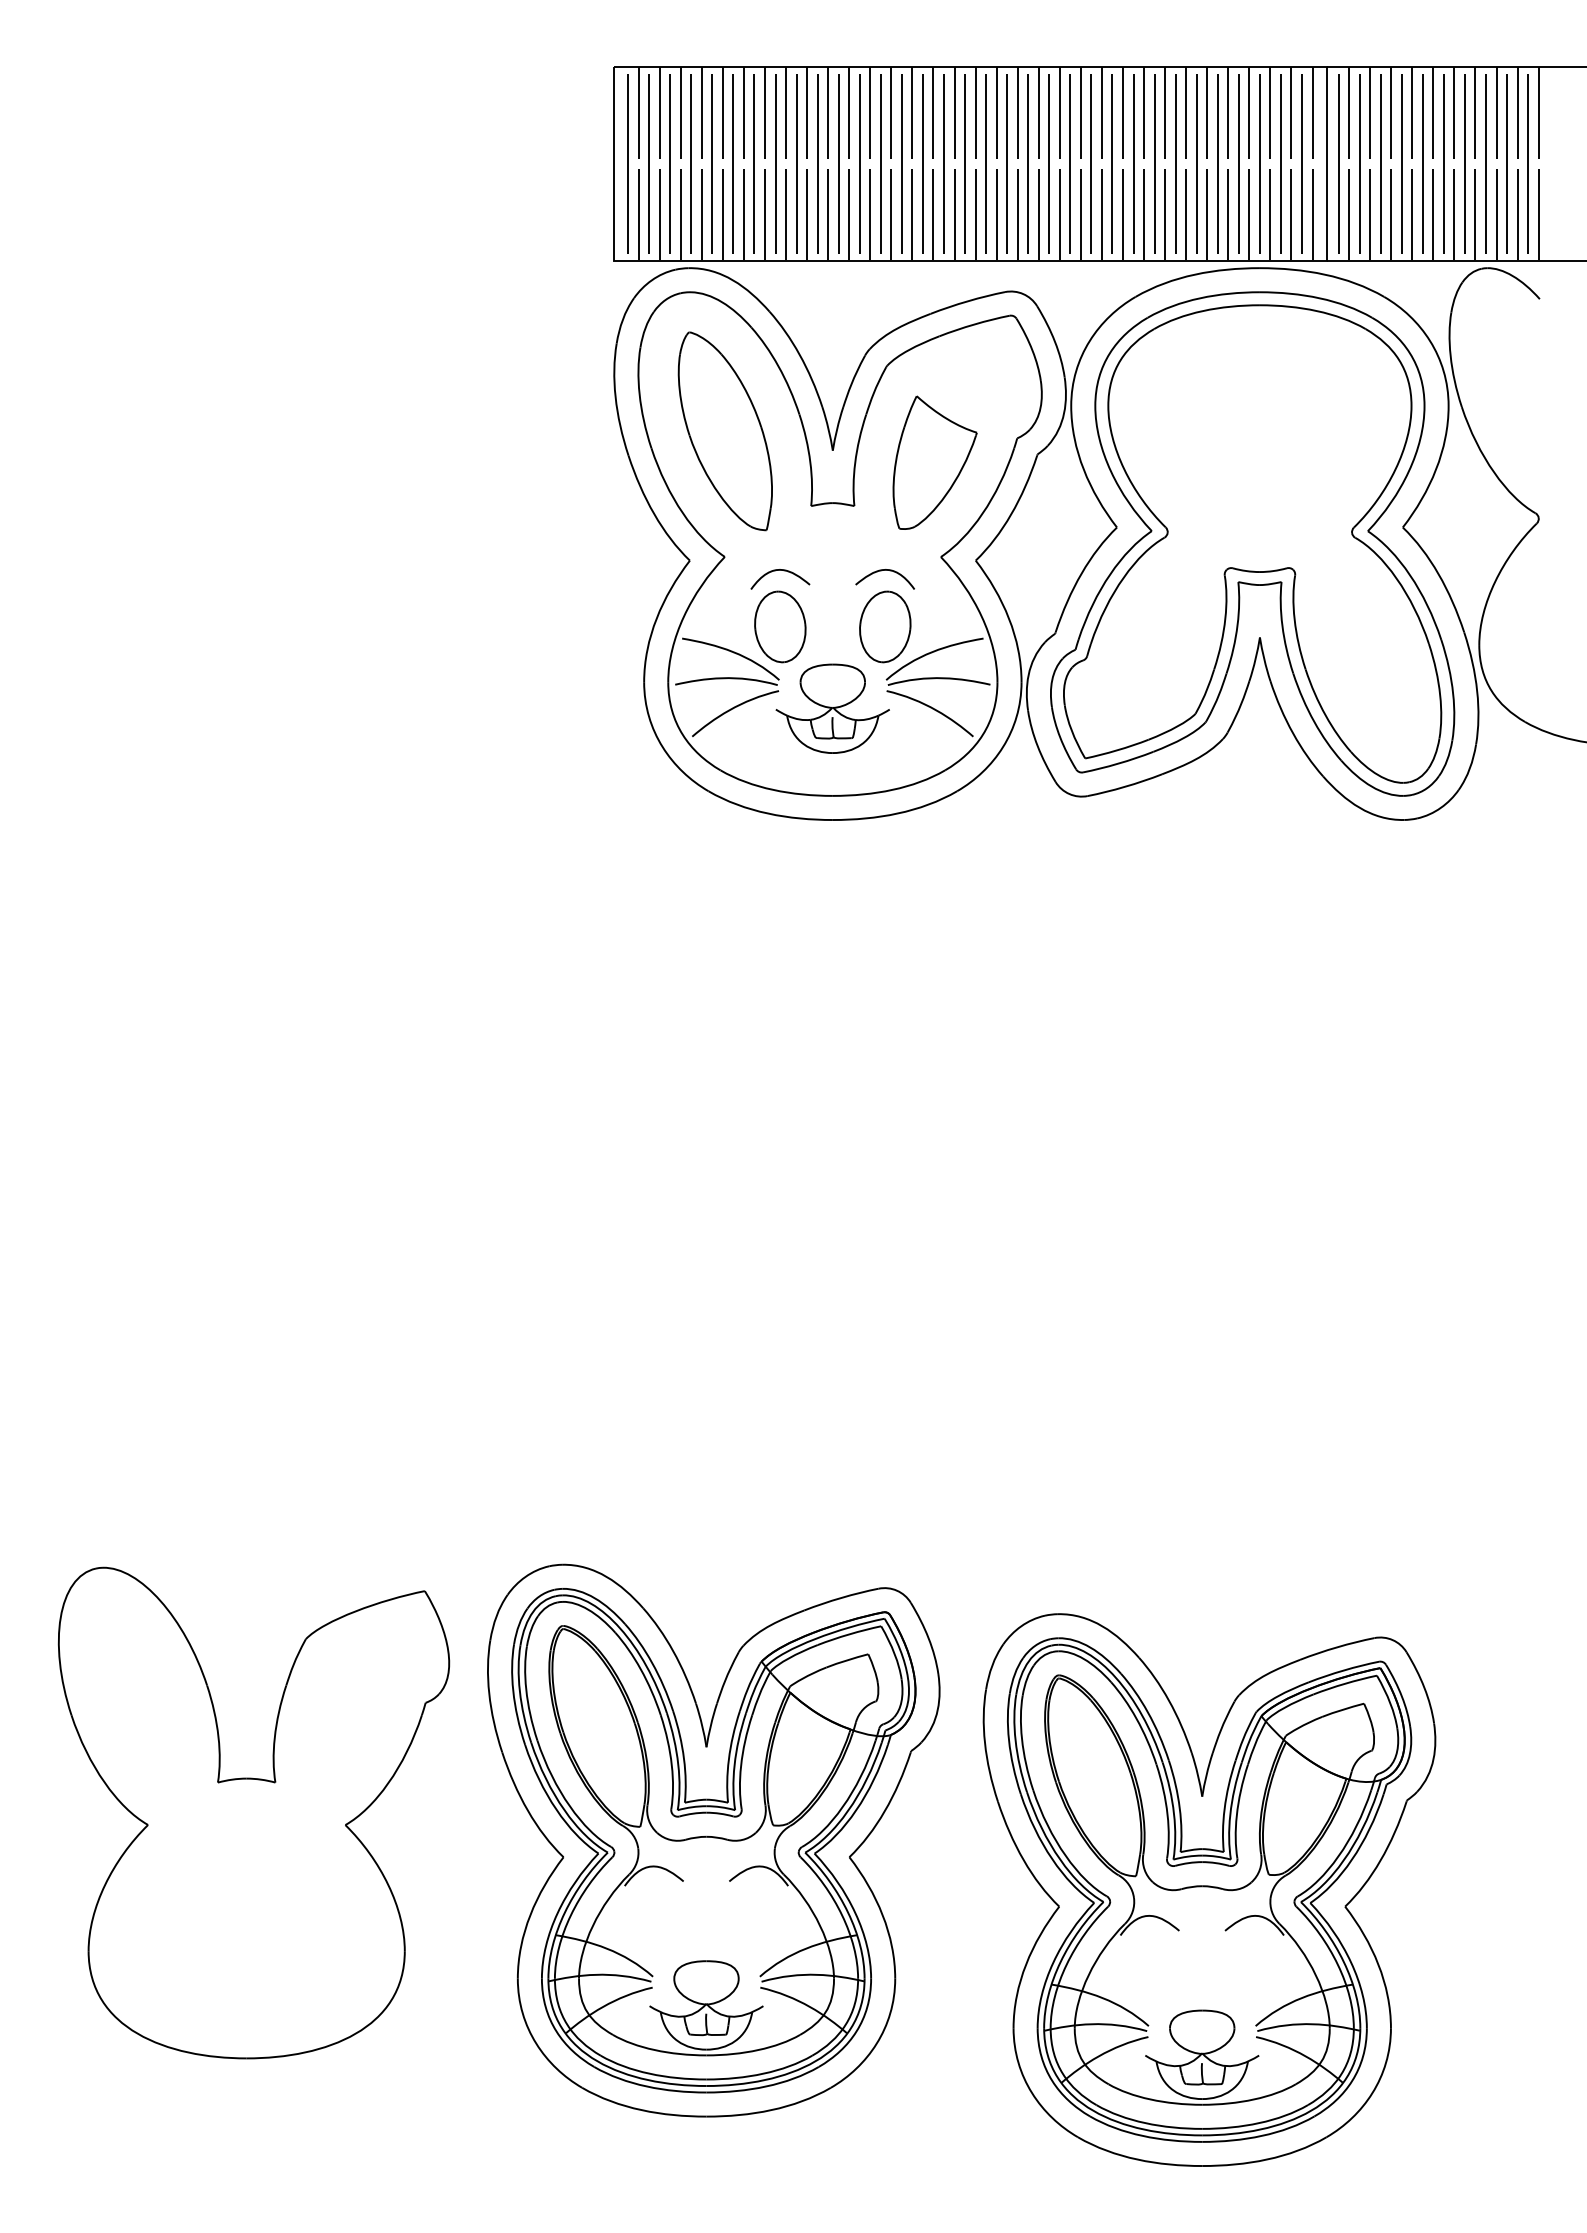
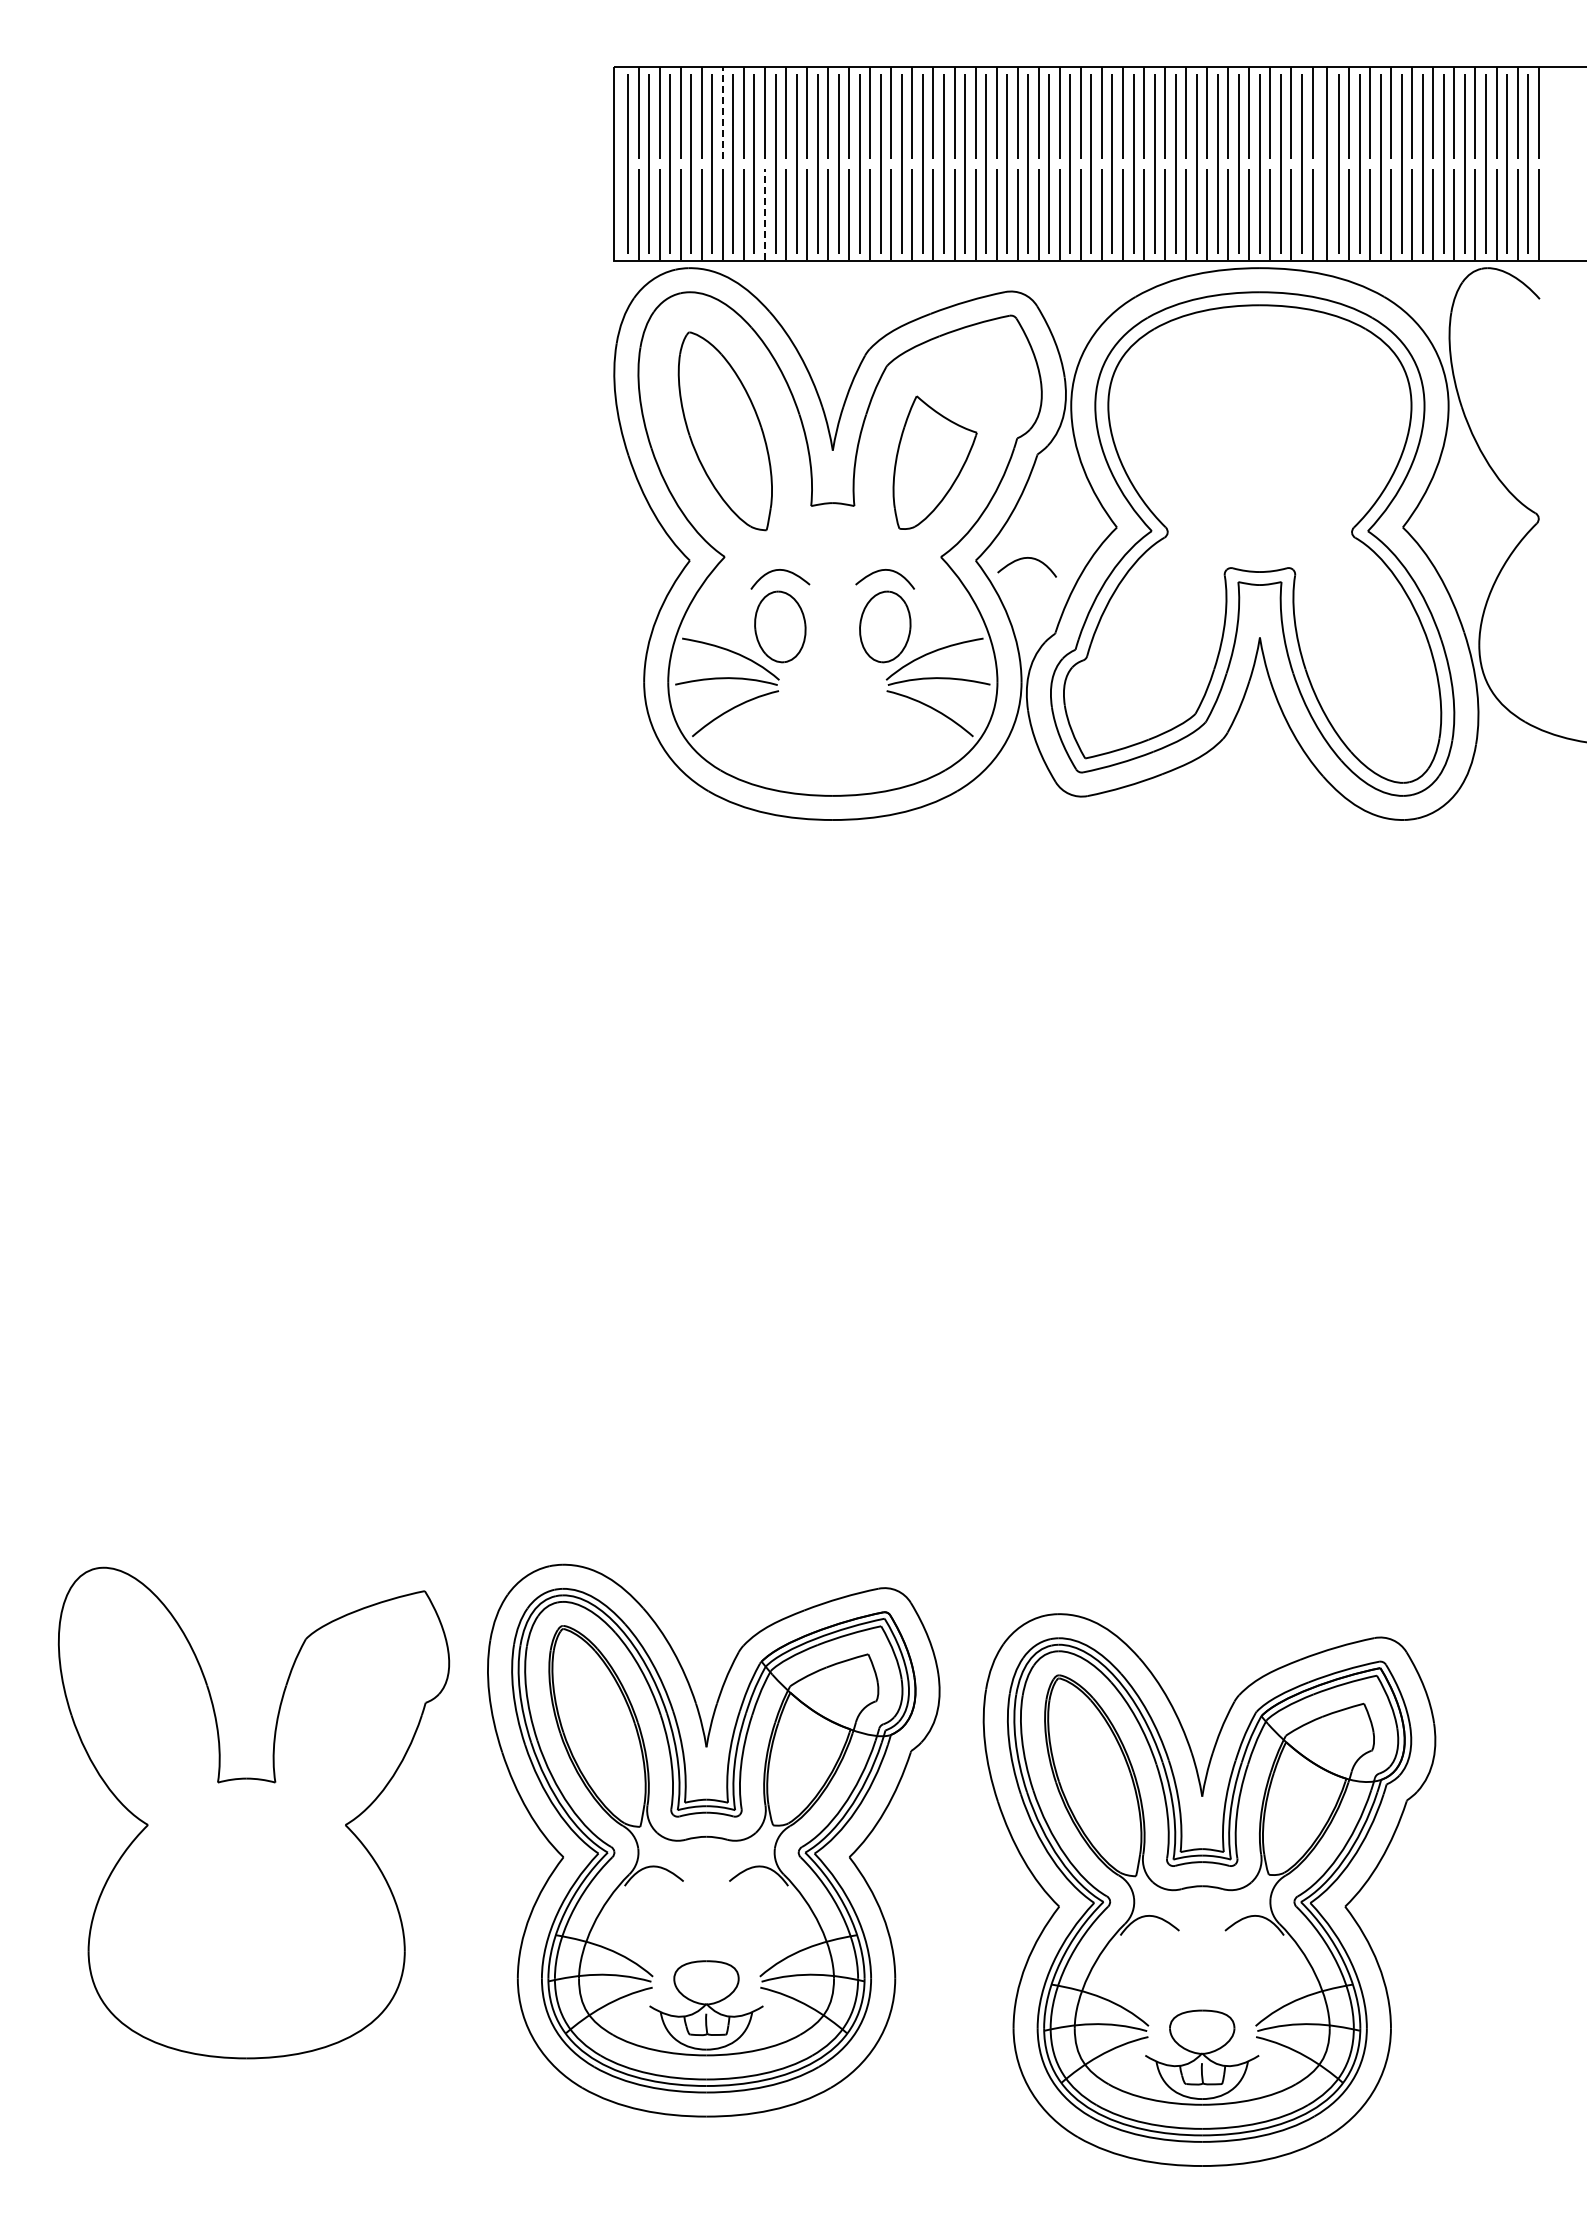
line at (722, 112): solid -> dashed
line at (765, 214): solid -> dashed
curve at (1023, 559): none -> present
part at (832, 708): present -> none
